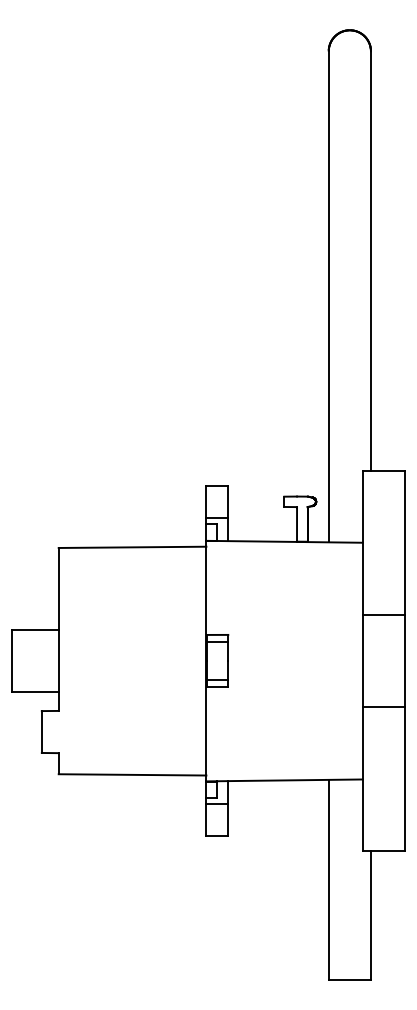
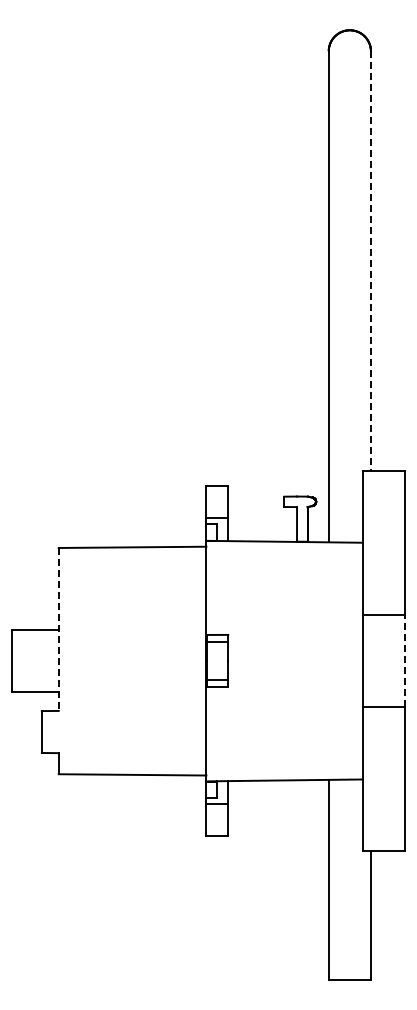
line at (370, 261): solid -> dashed
line at (58, 629): solid -> dashed
line at (404, 660): solid -> dashed
